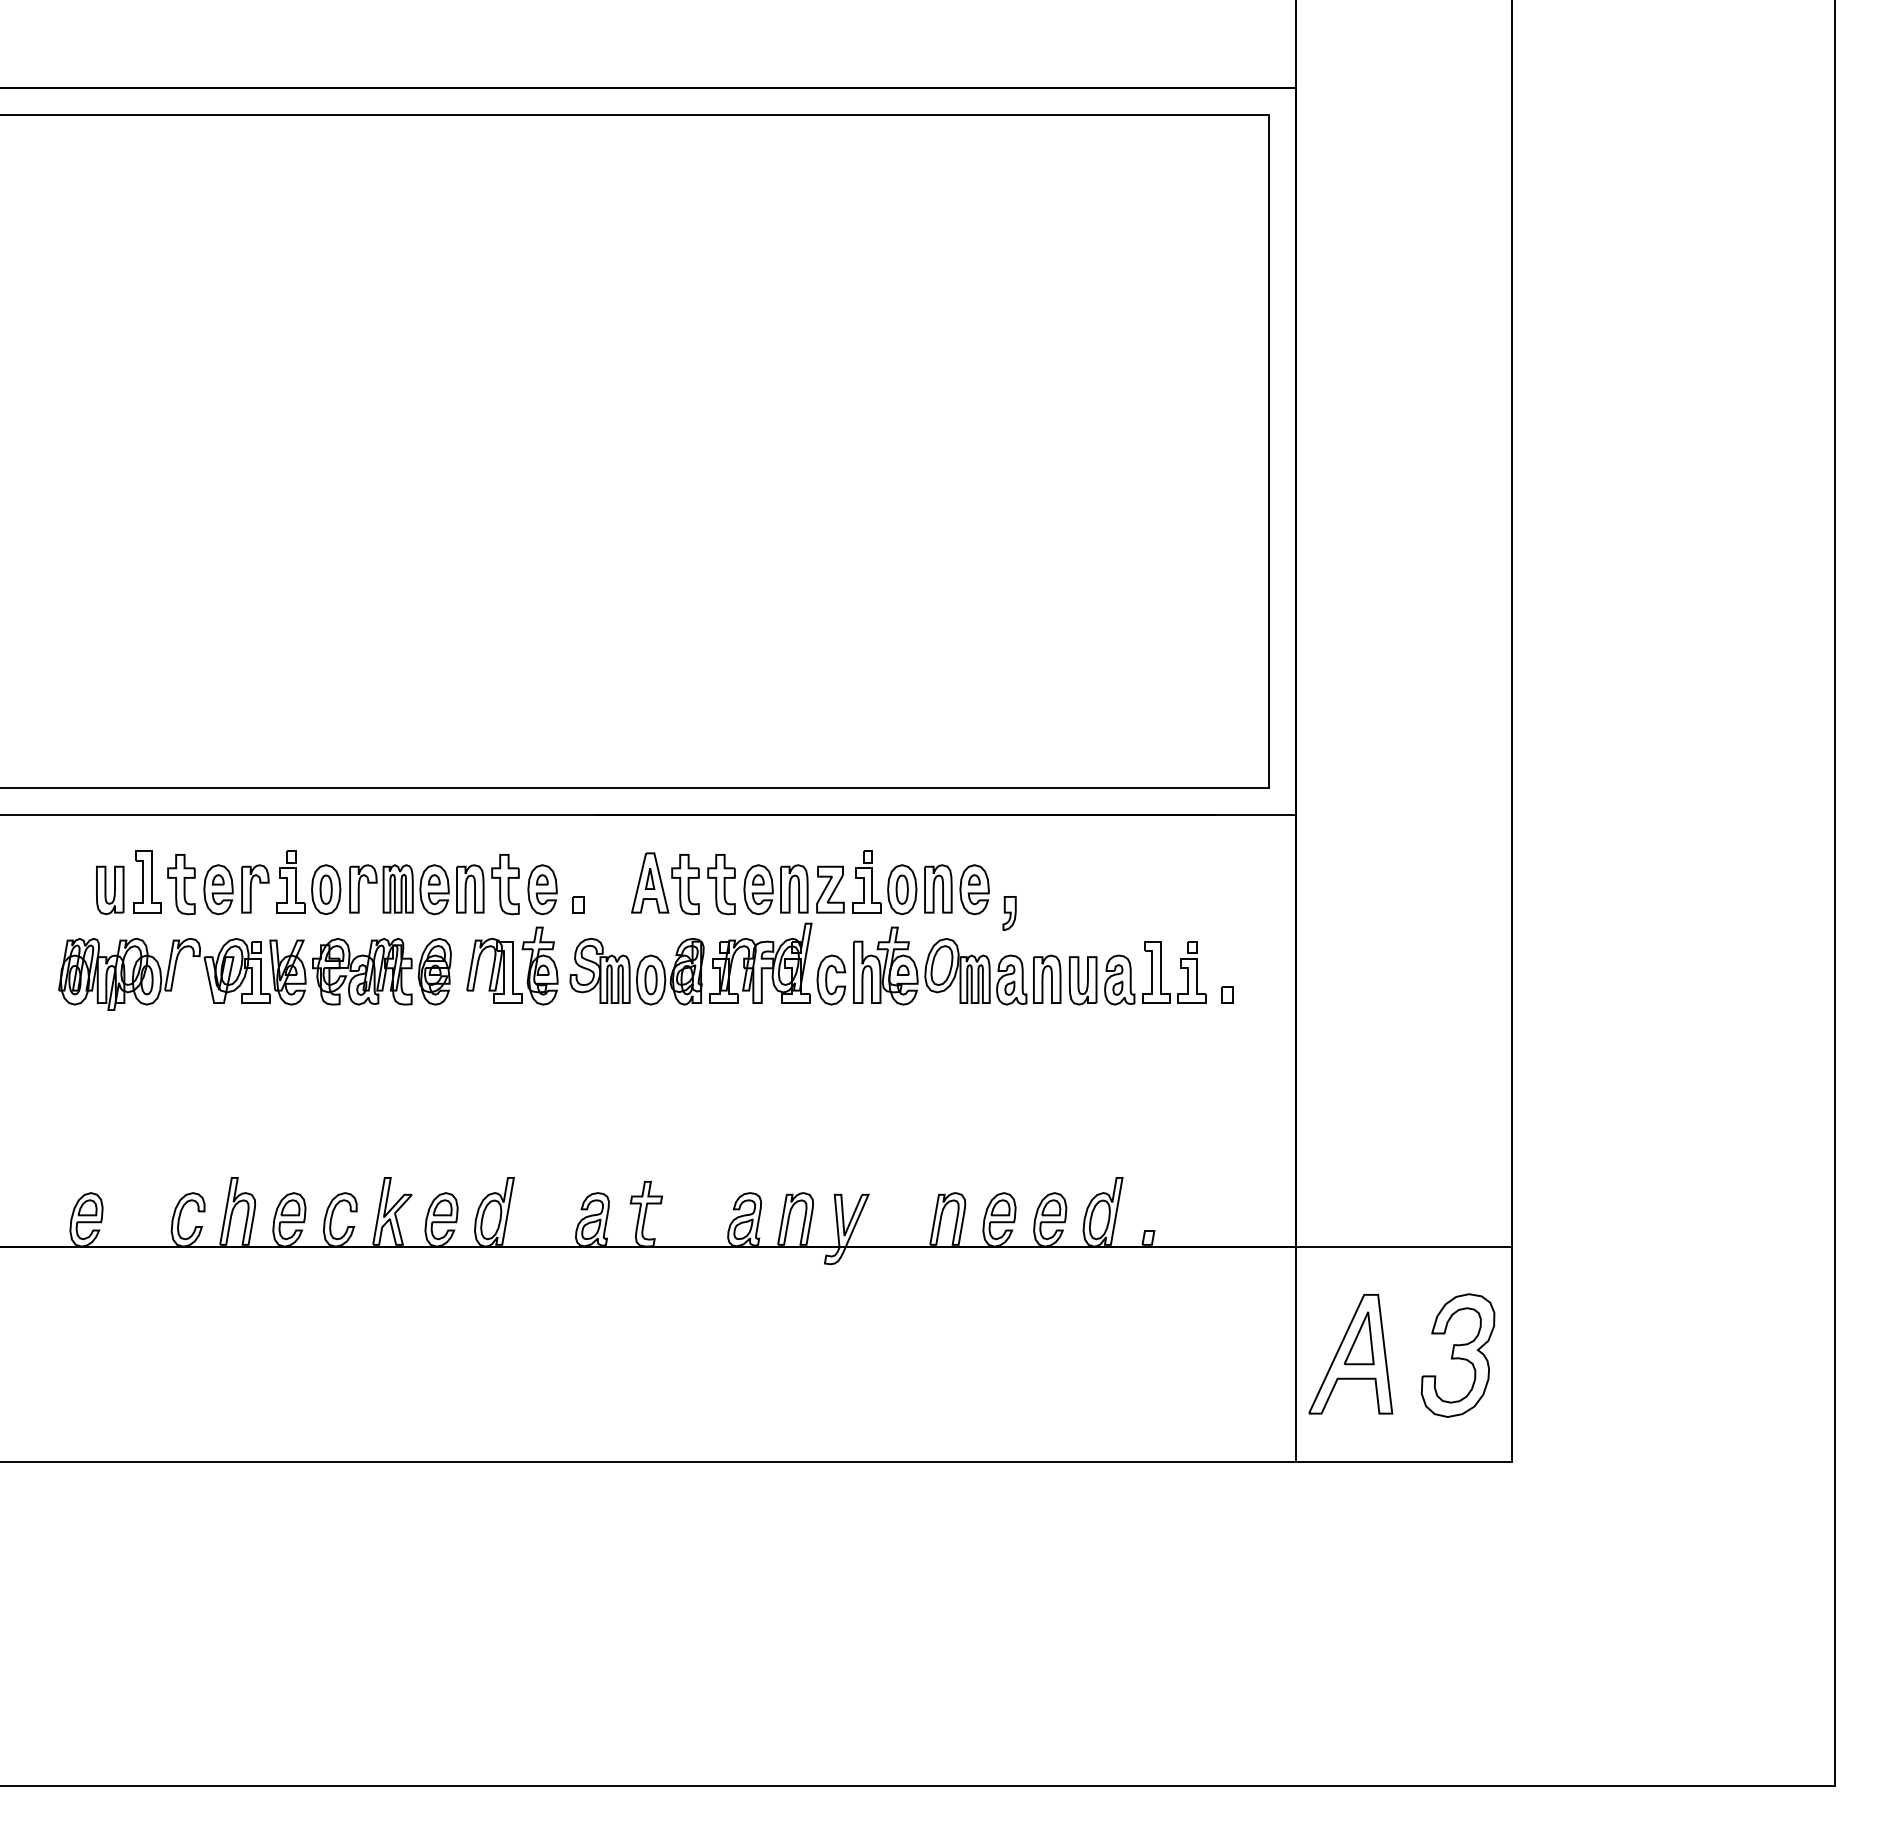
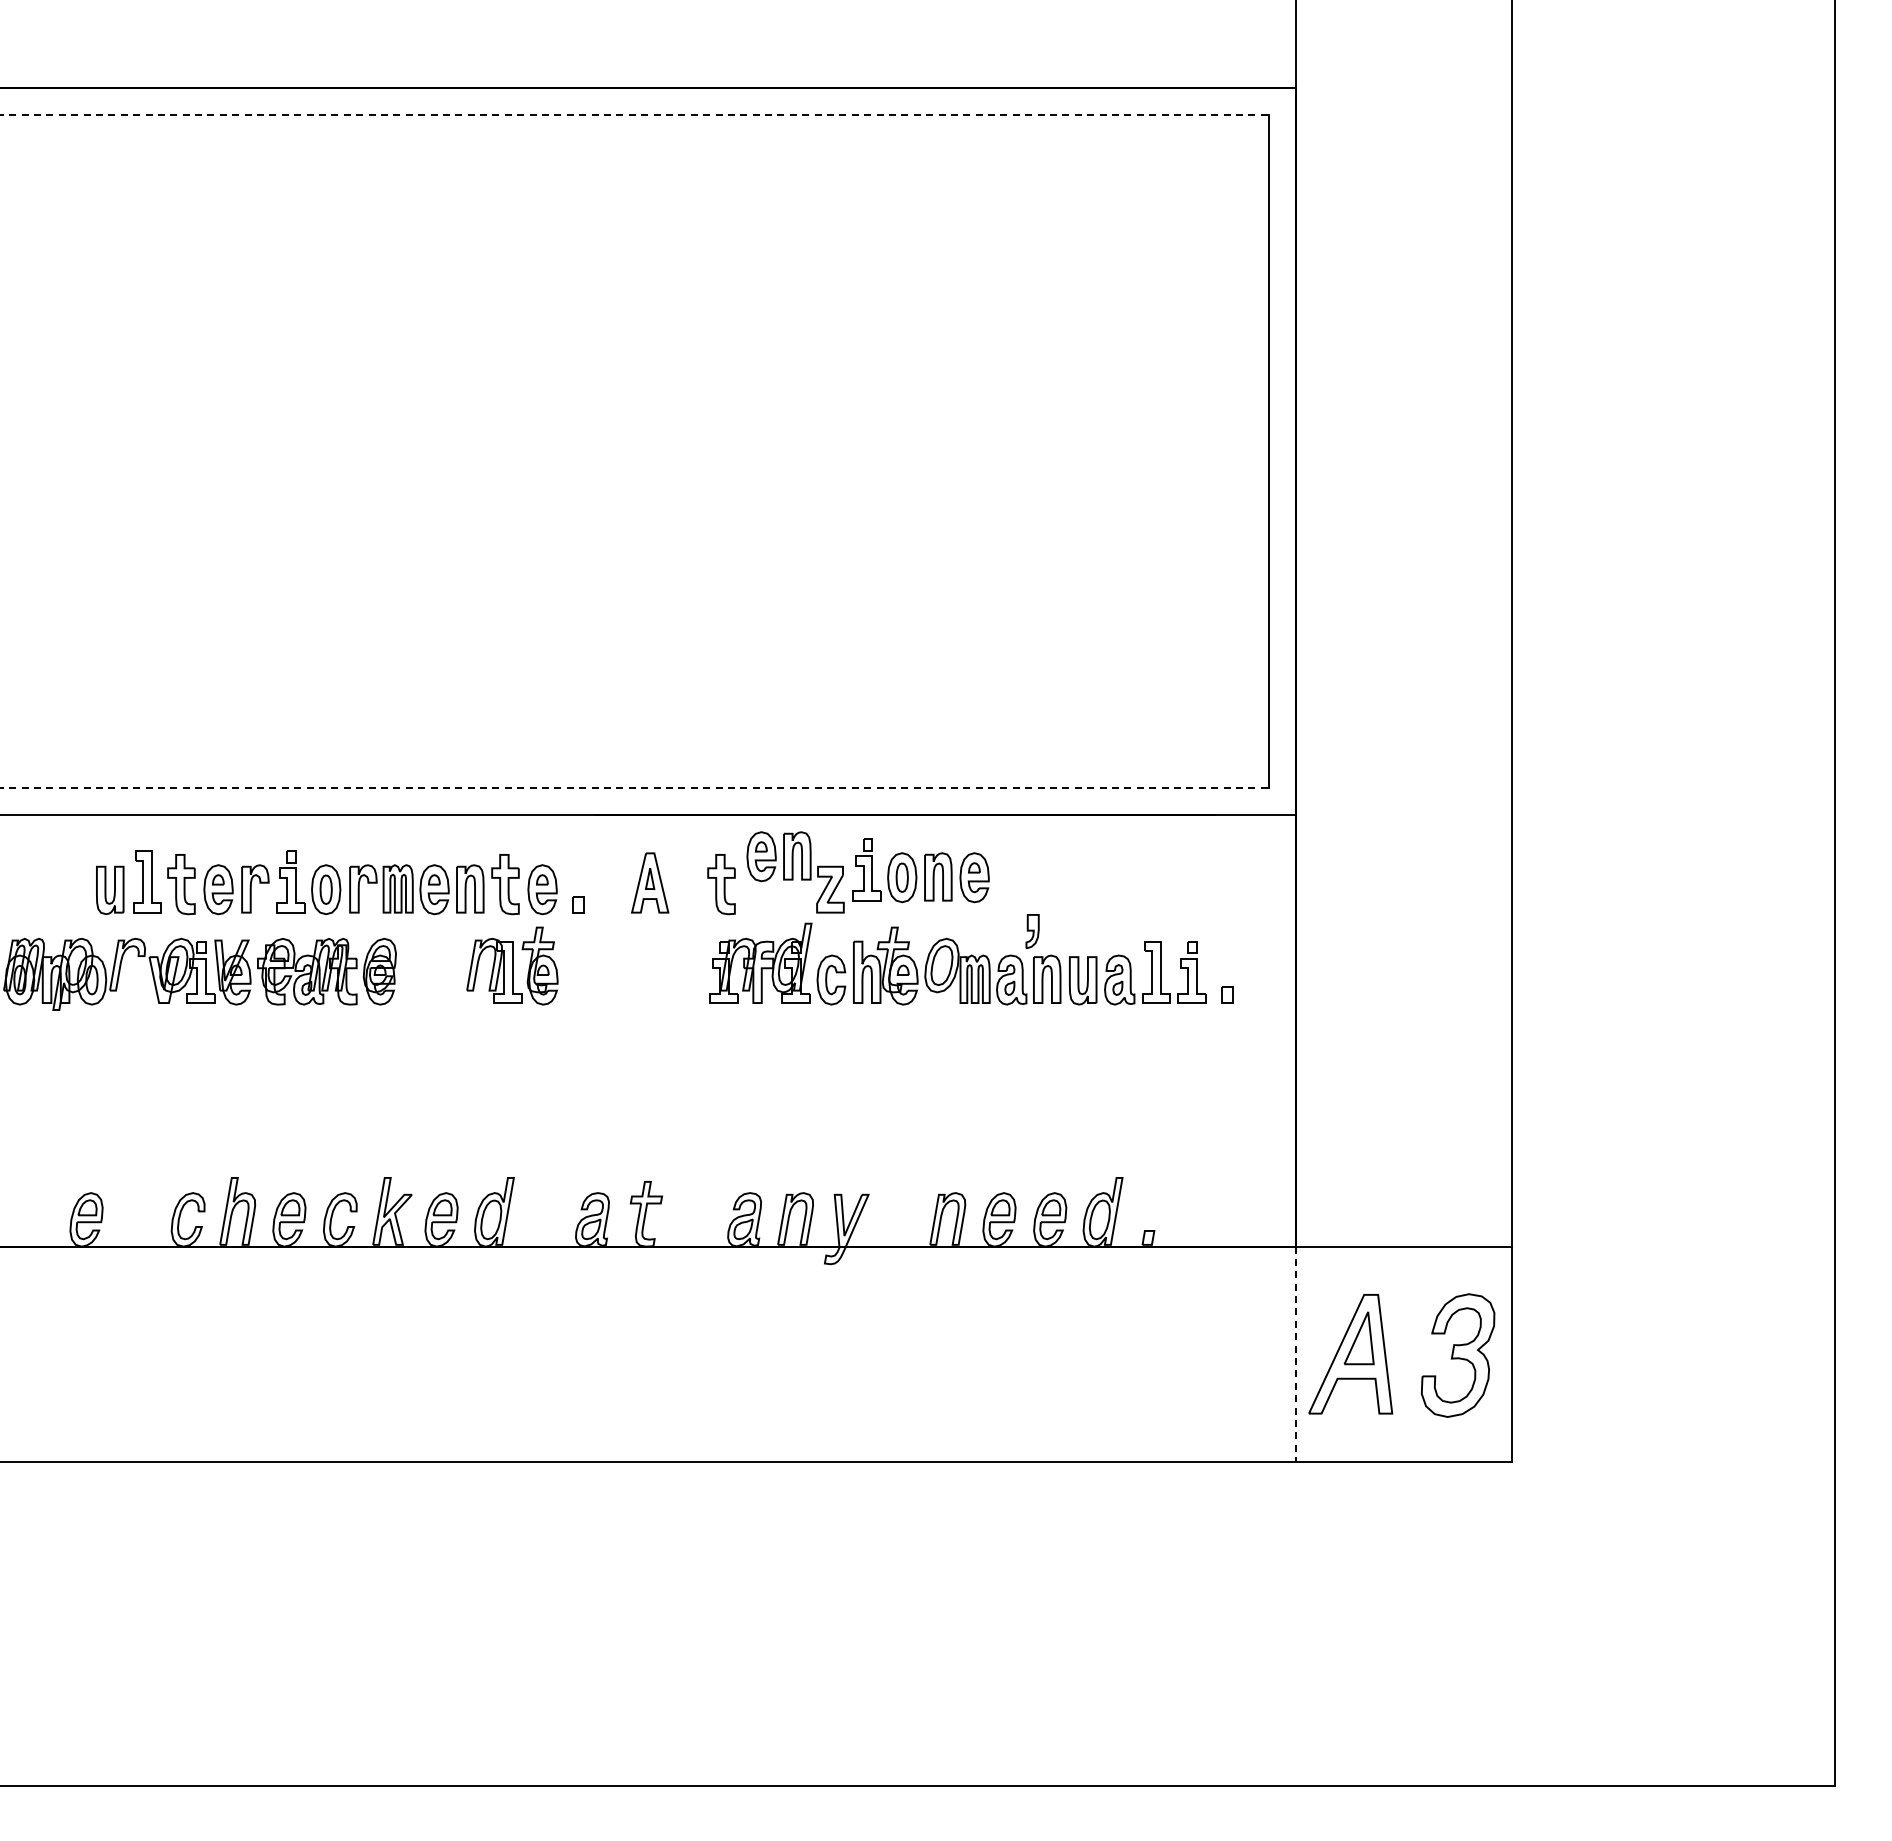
line at (635, 114): solid -> dashed
line at (635, 788): solid -> dashed
part at (920, 882) position: (920, 882) -> (920, 870)
part at (685, 884): present -> none
part at (775, 889) position: (775, 889) -> (778, 856)
part at (1009, 913) position: (1009, 913) -> (1032, 931)
part at (636, 971): present -> none
part at (254, 973) position: (254, 973) -> (199, 973)
line at (1296, 1354): solid -> dashed
